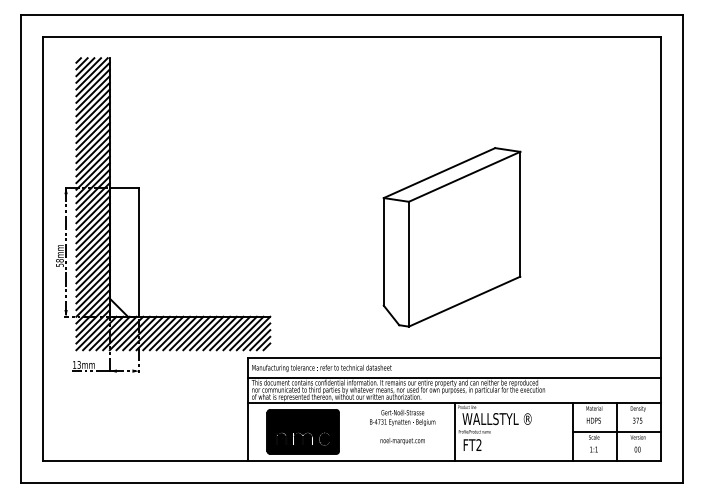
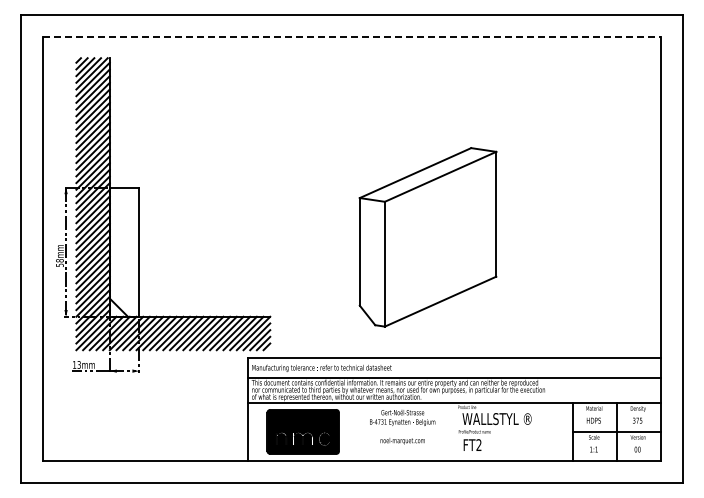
line at (352, 37): solid -> dashed
part at (451, 237) position: (451, 237) -> (427, 237)
line at (454, 431): present -> none
